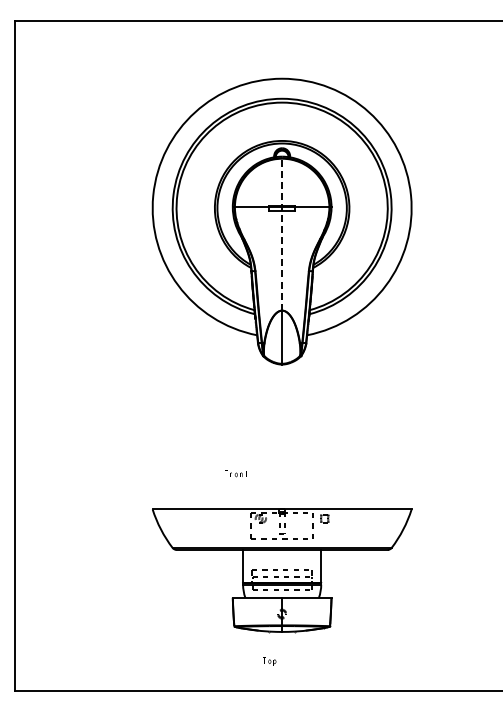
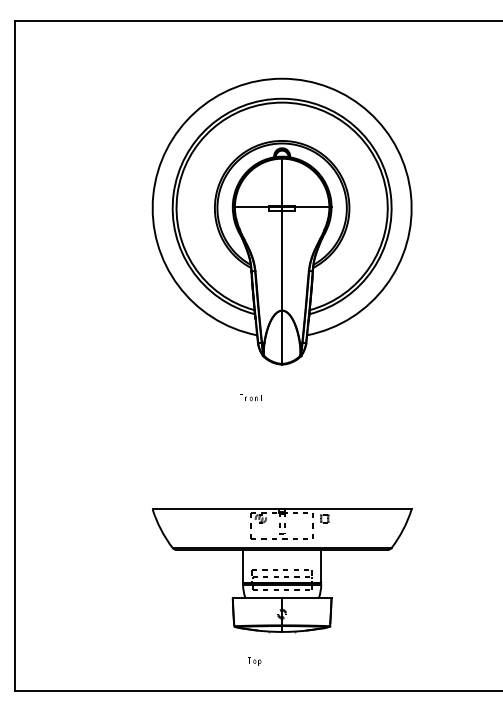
line at (282, 233): dashed -> solid
part at (235, 473) position: (235, 473) -> (250, 397)
part at (269, 661) position: (269, 661) -> (254, 661)
